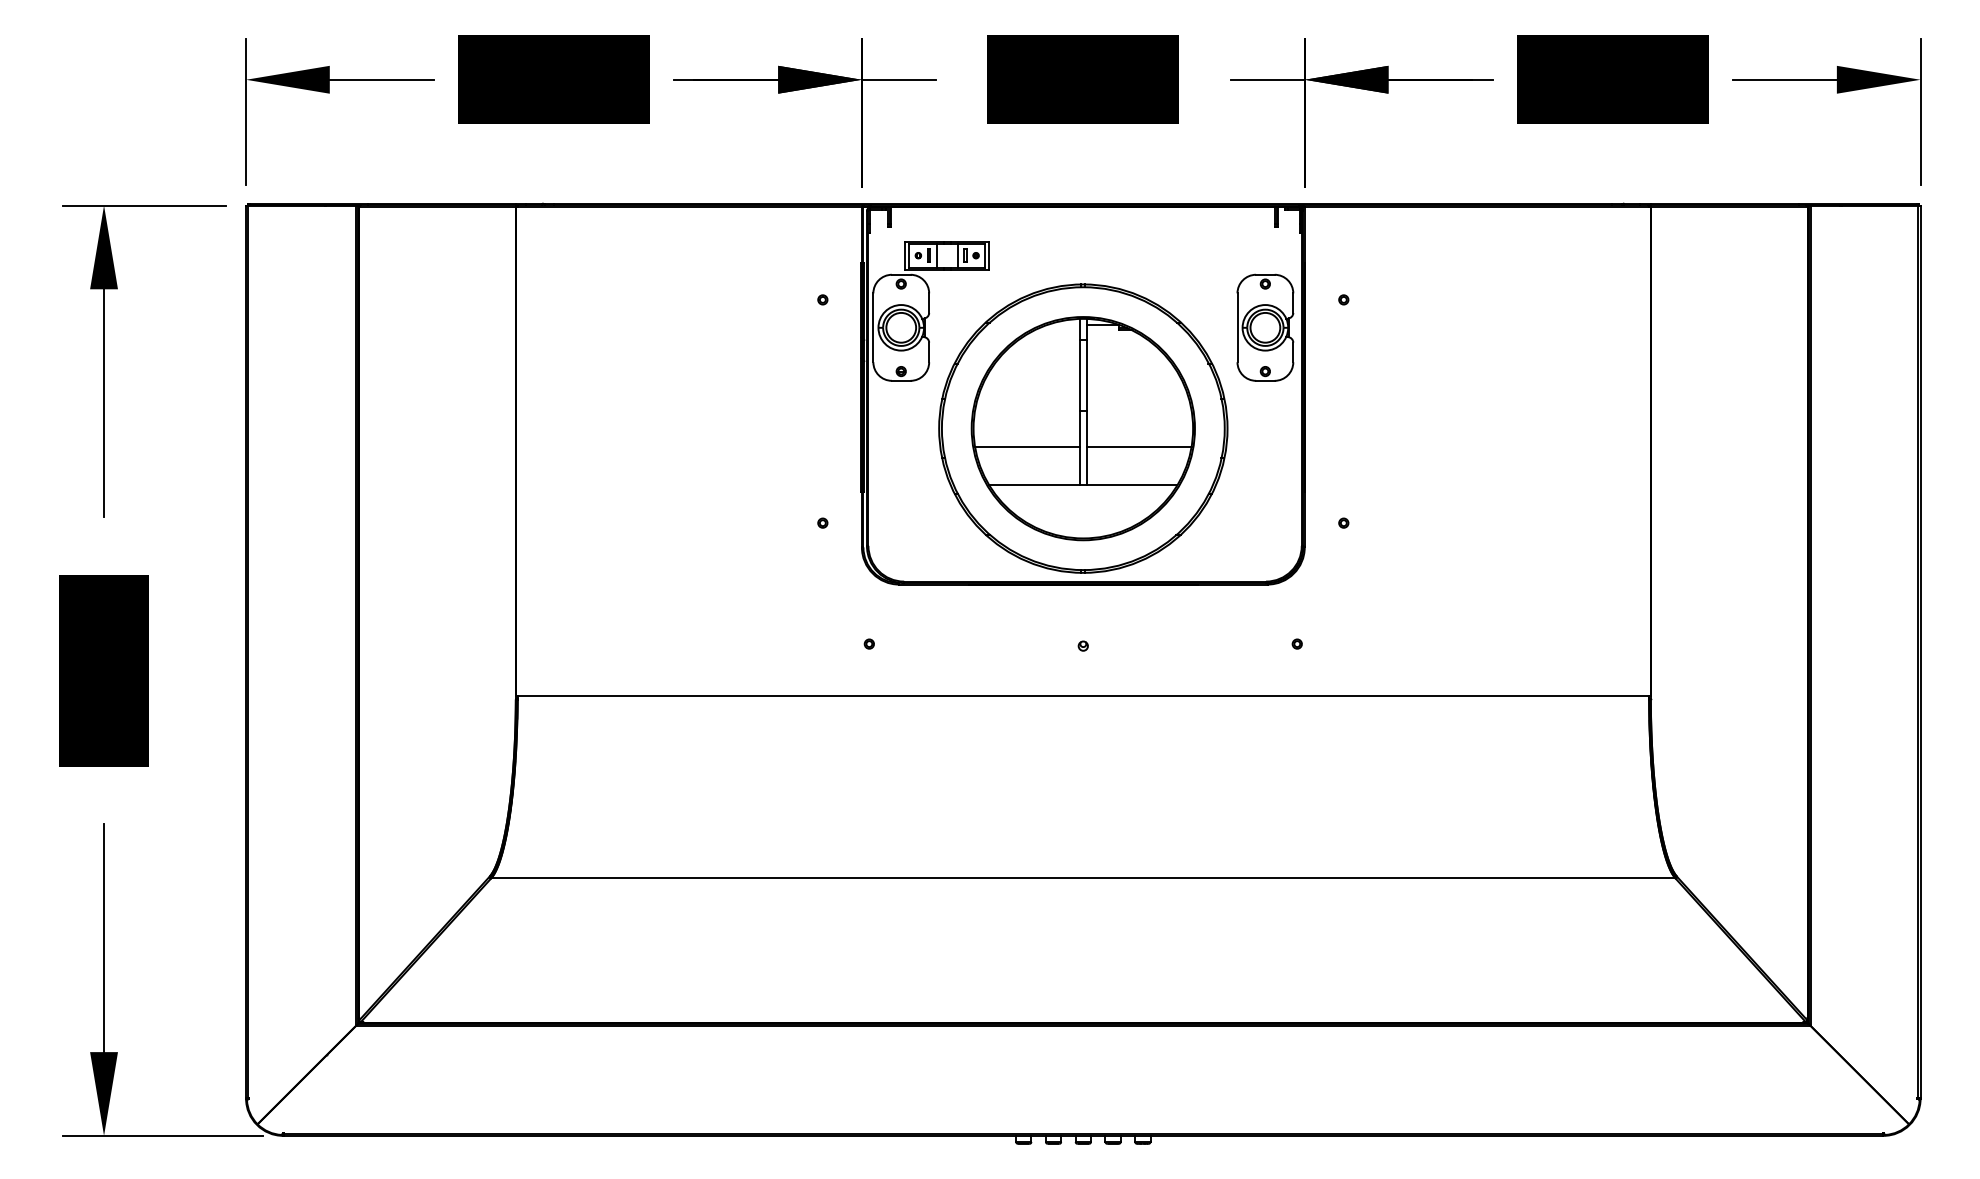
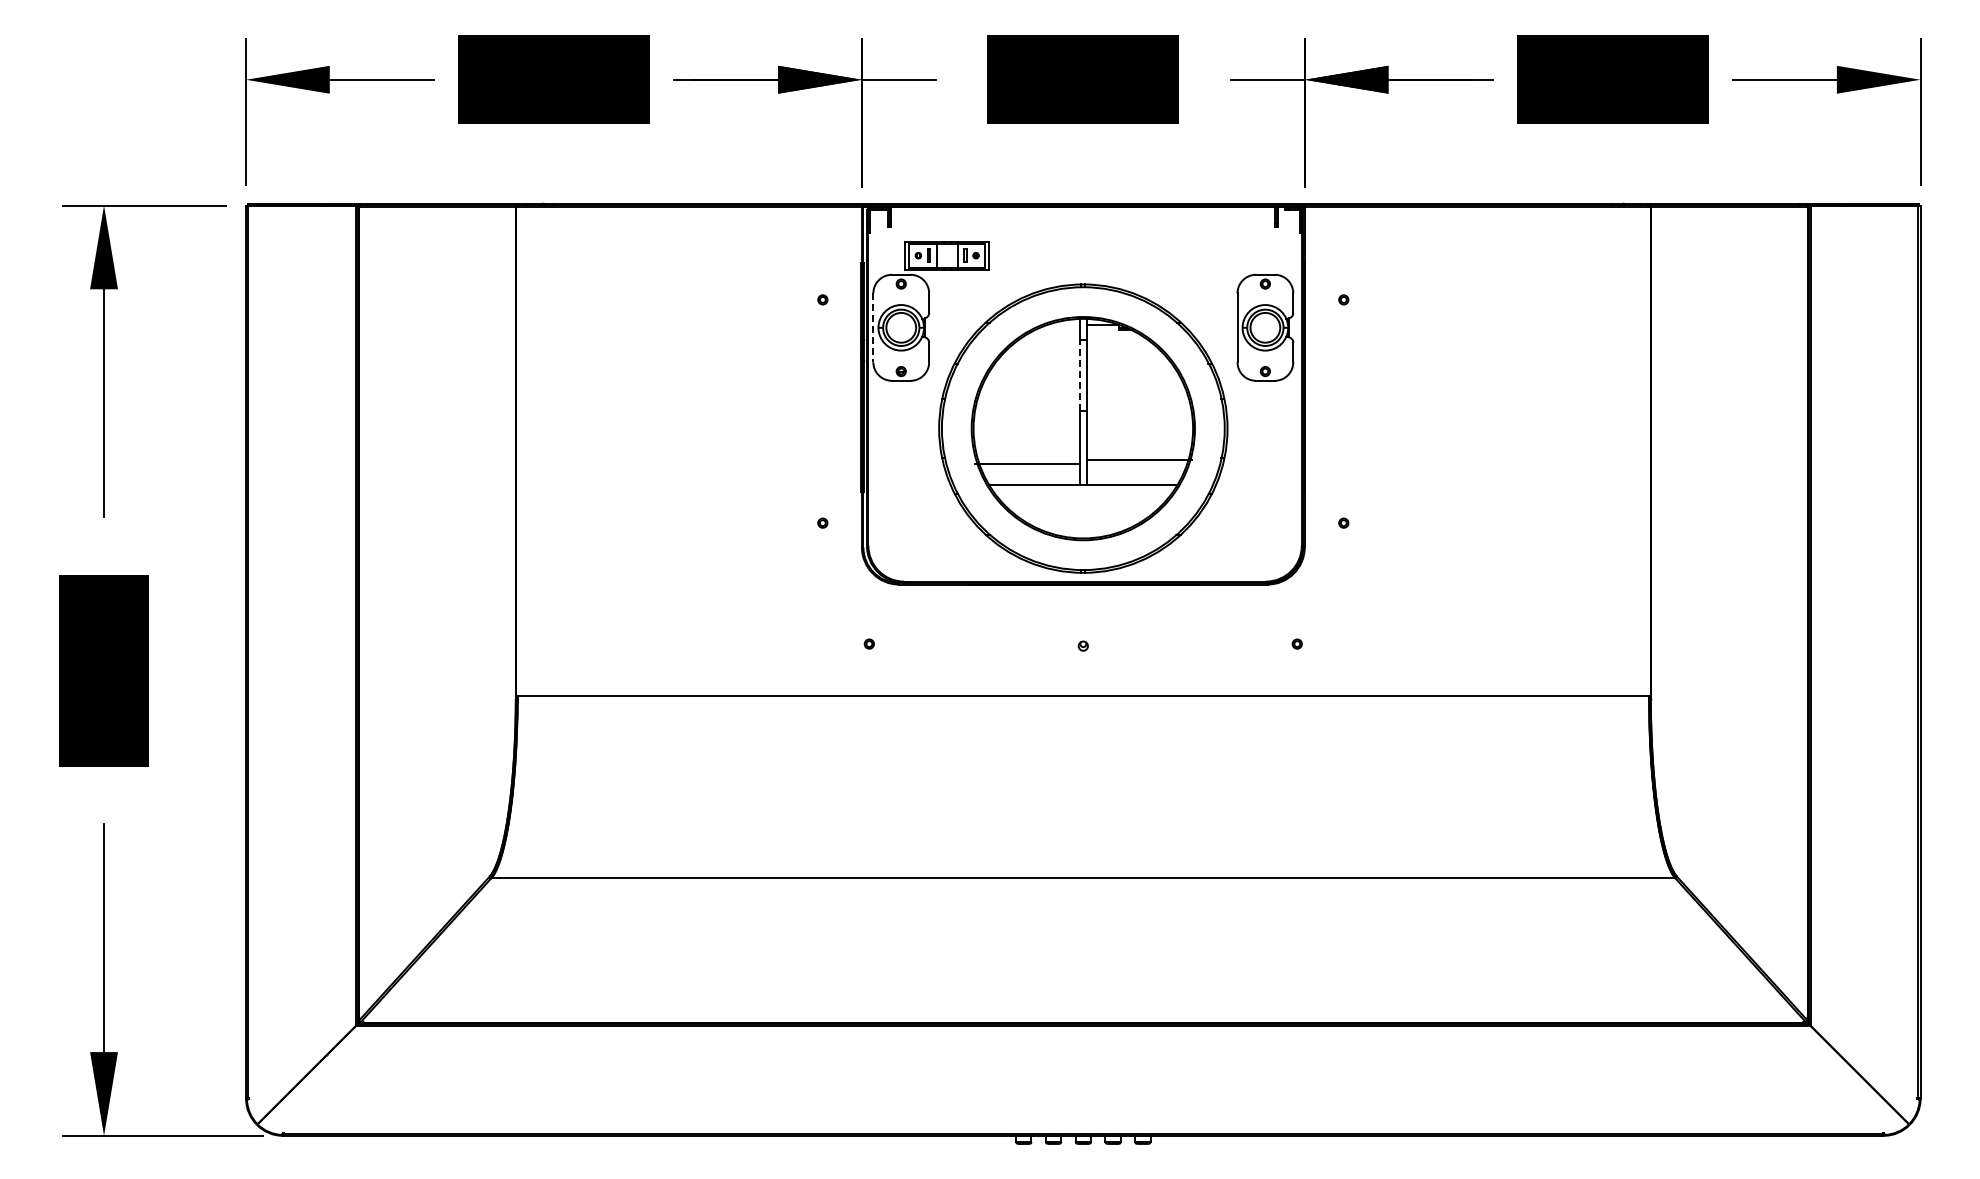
line at (873, 328): solid -> dashed
line at (1079, 375): solid -> dashed
line at (1027, 447) position: (1027, 447) -> (1027, 464)
line at (1139, 447) position: (1139, 447) -> (1139, 460)
